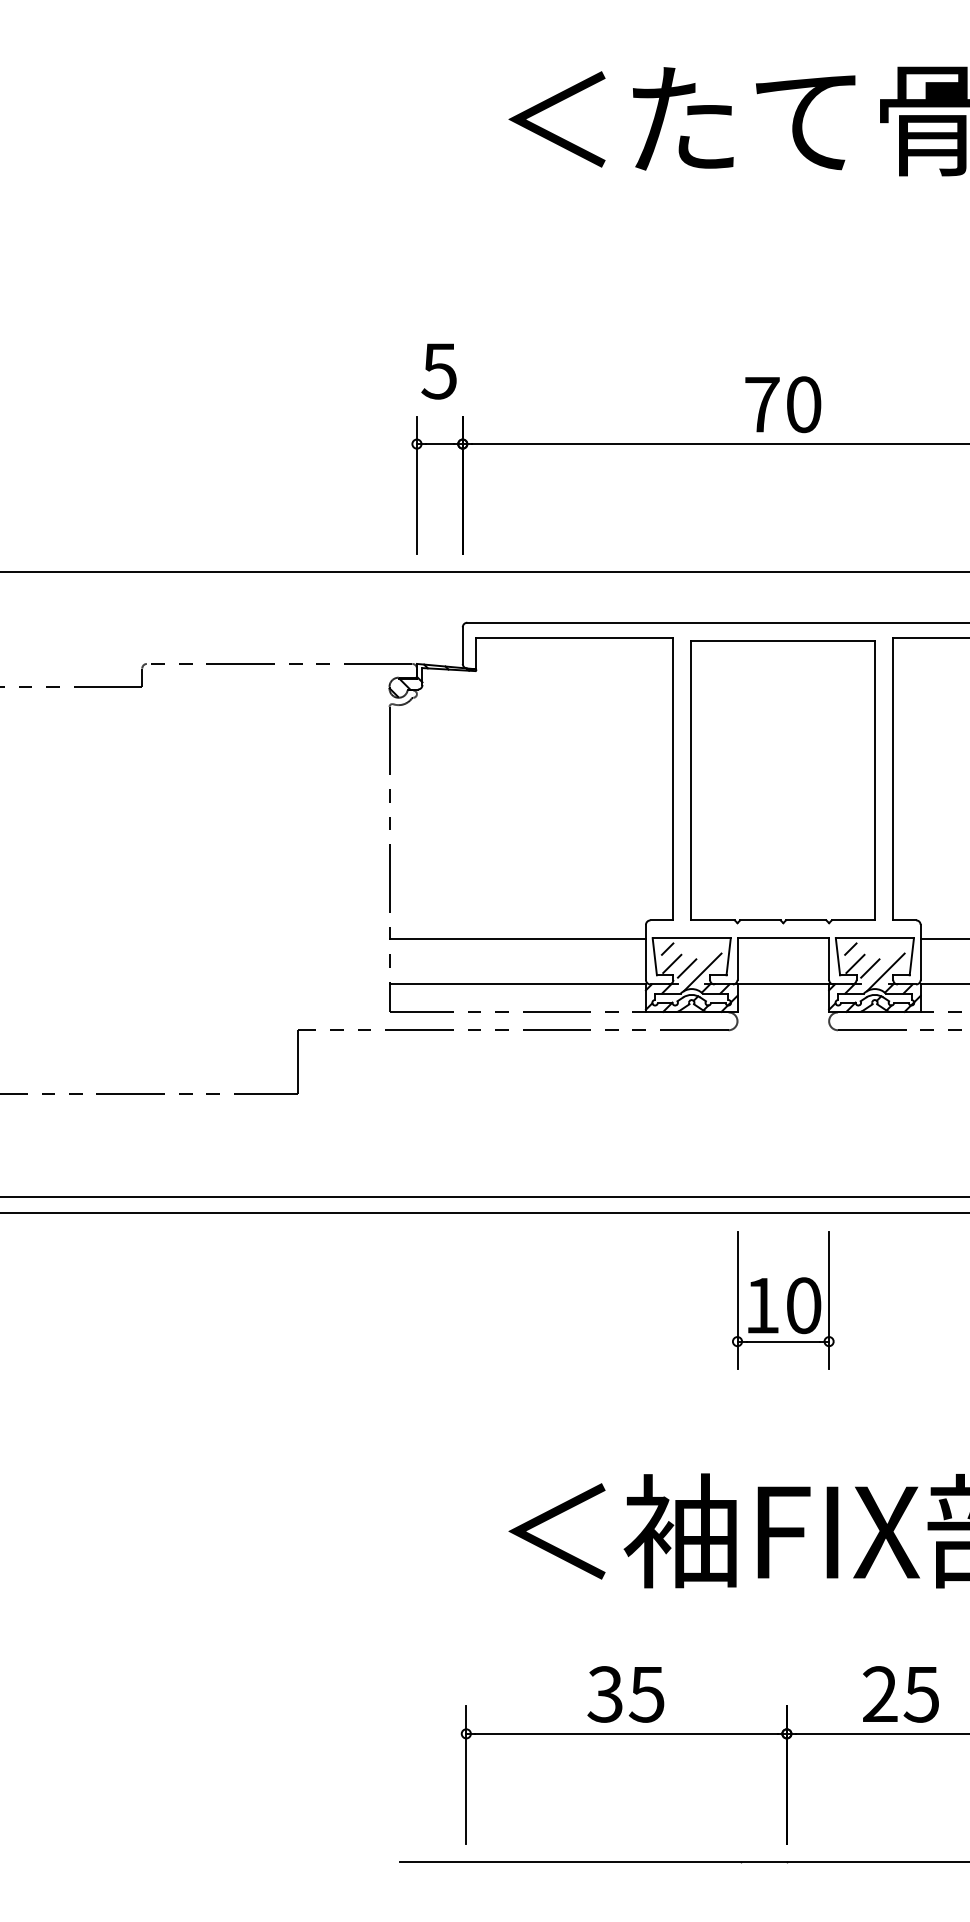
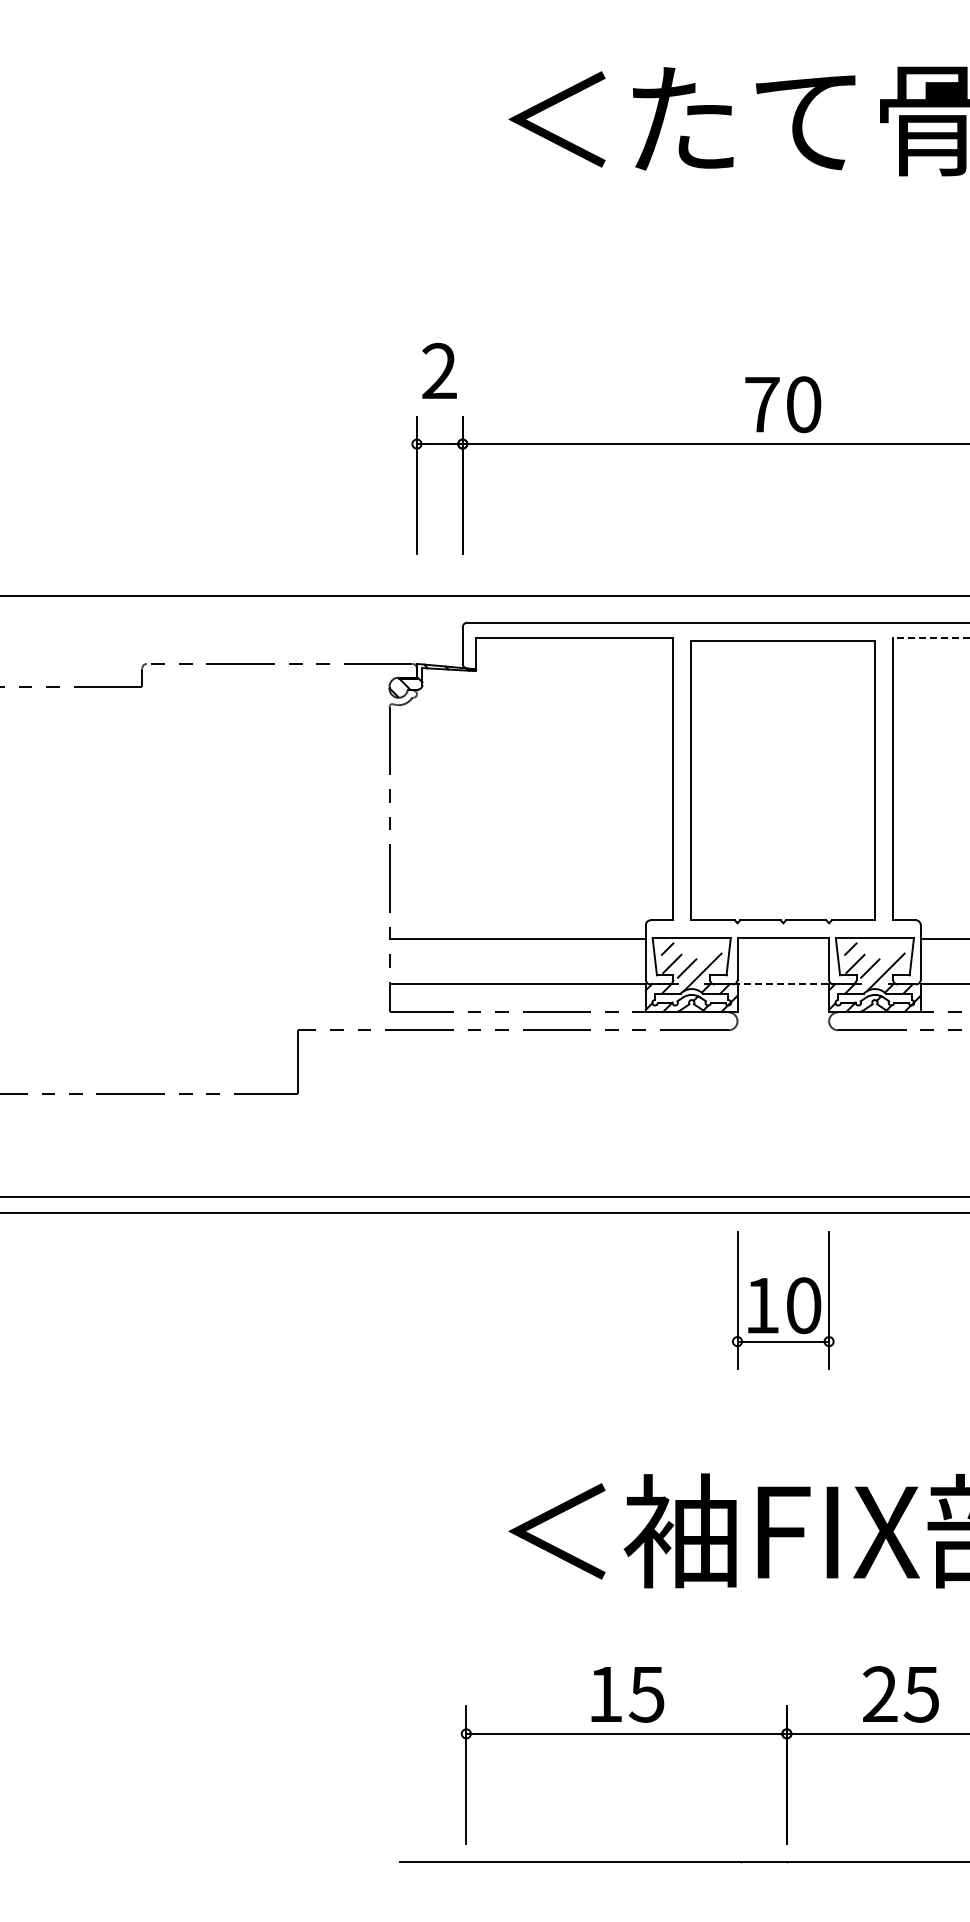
text at (438, 370): 5 -> 2
line at (484, 572) position: (484, 572) -> (484, 596)
line at (931, 637): solid -> dashed
line at (783, 984): solid -> dashed
text at (604, 1694): 35 -> 15
